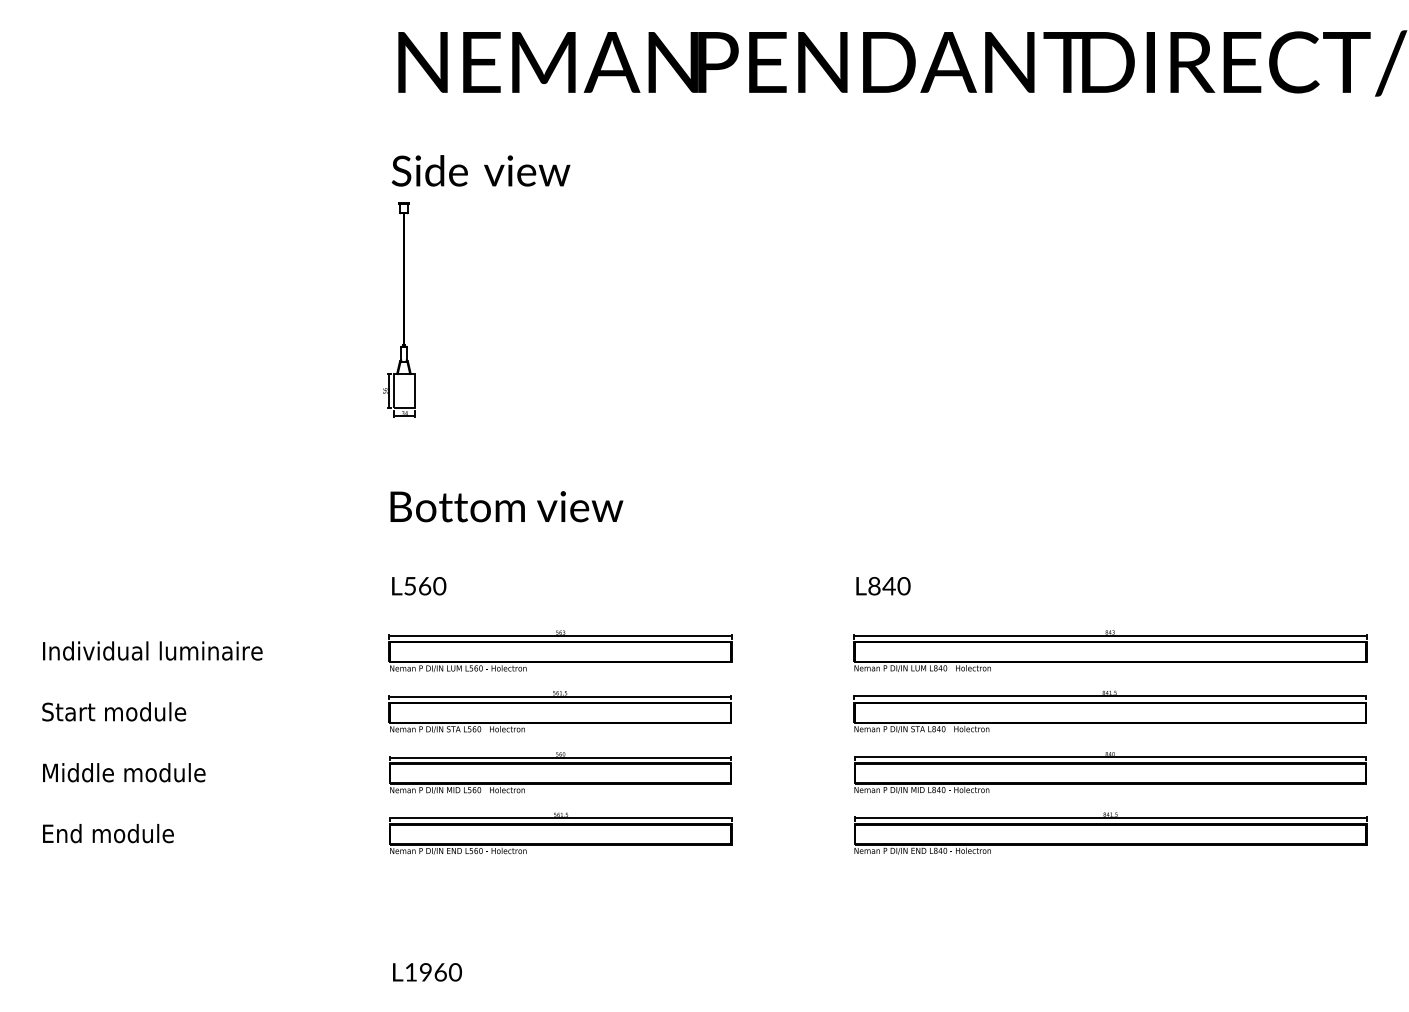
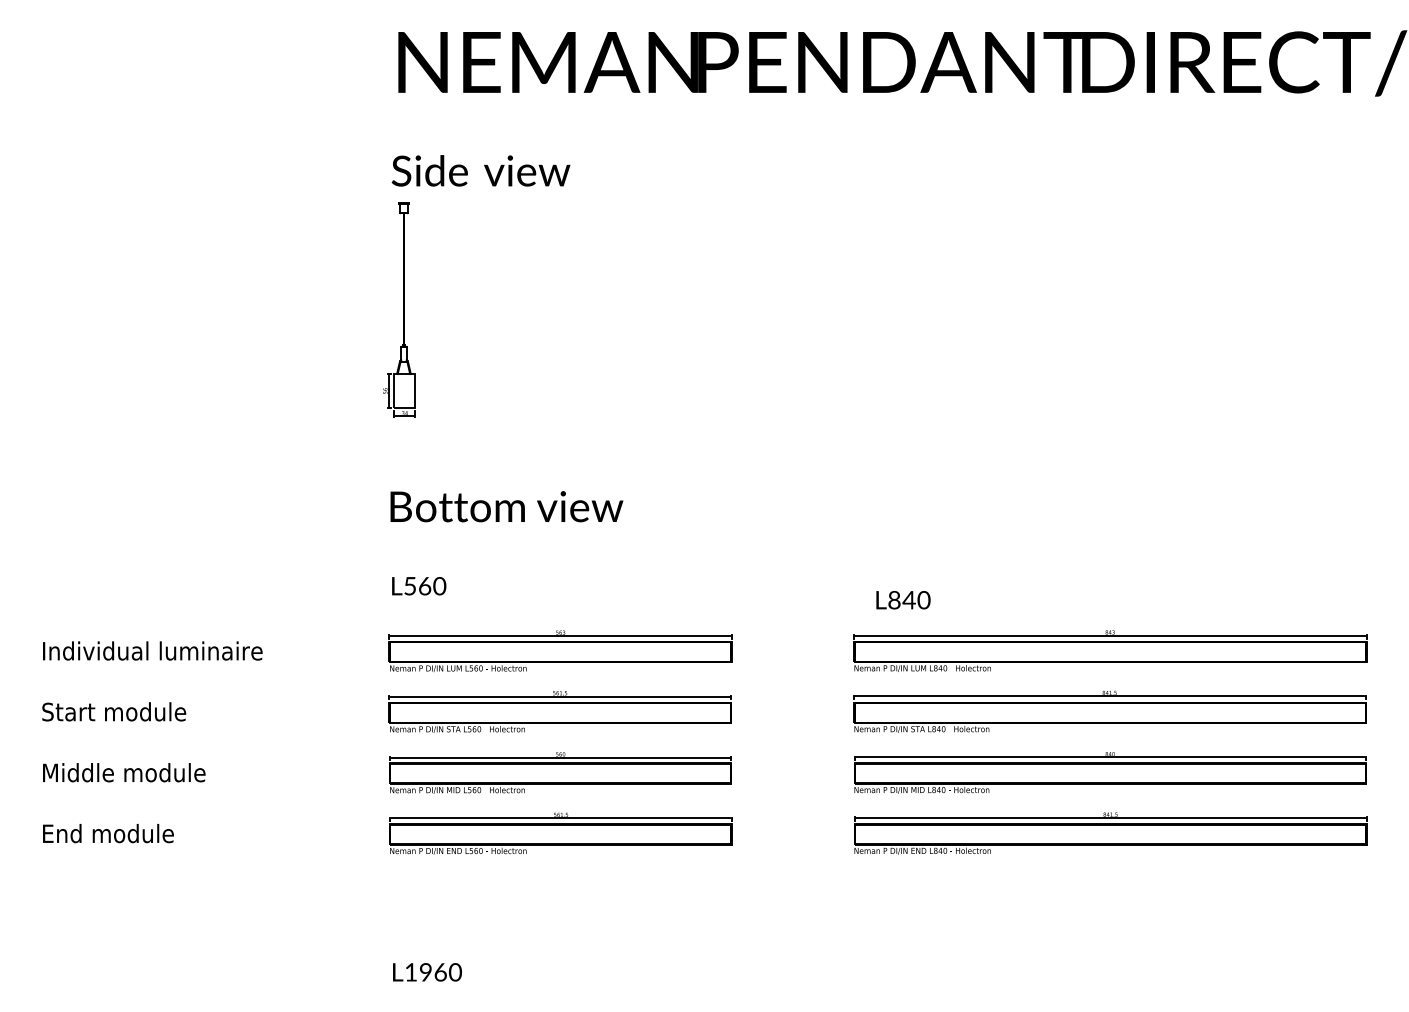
text at (883, 586) position: (883, 586) -> (903, 600)
